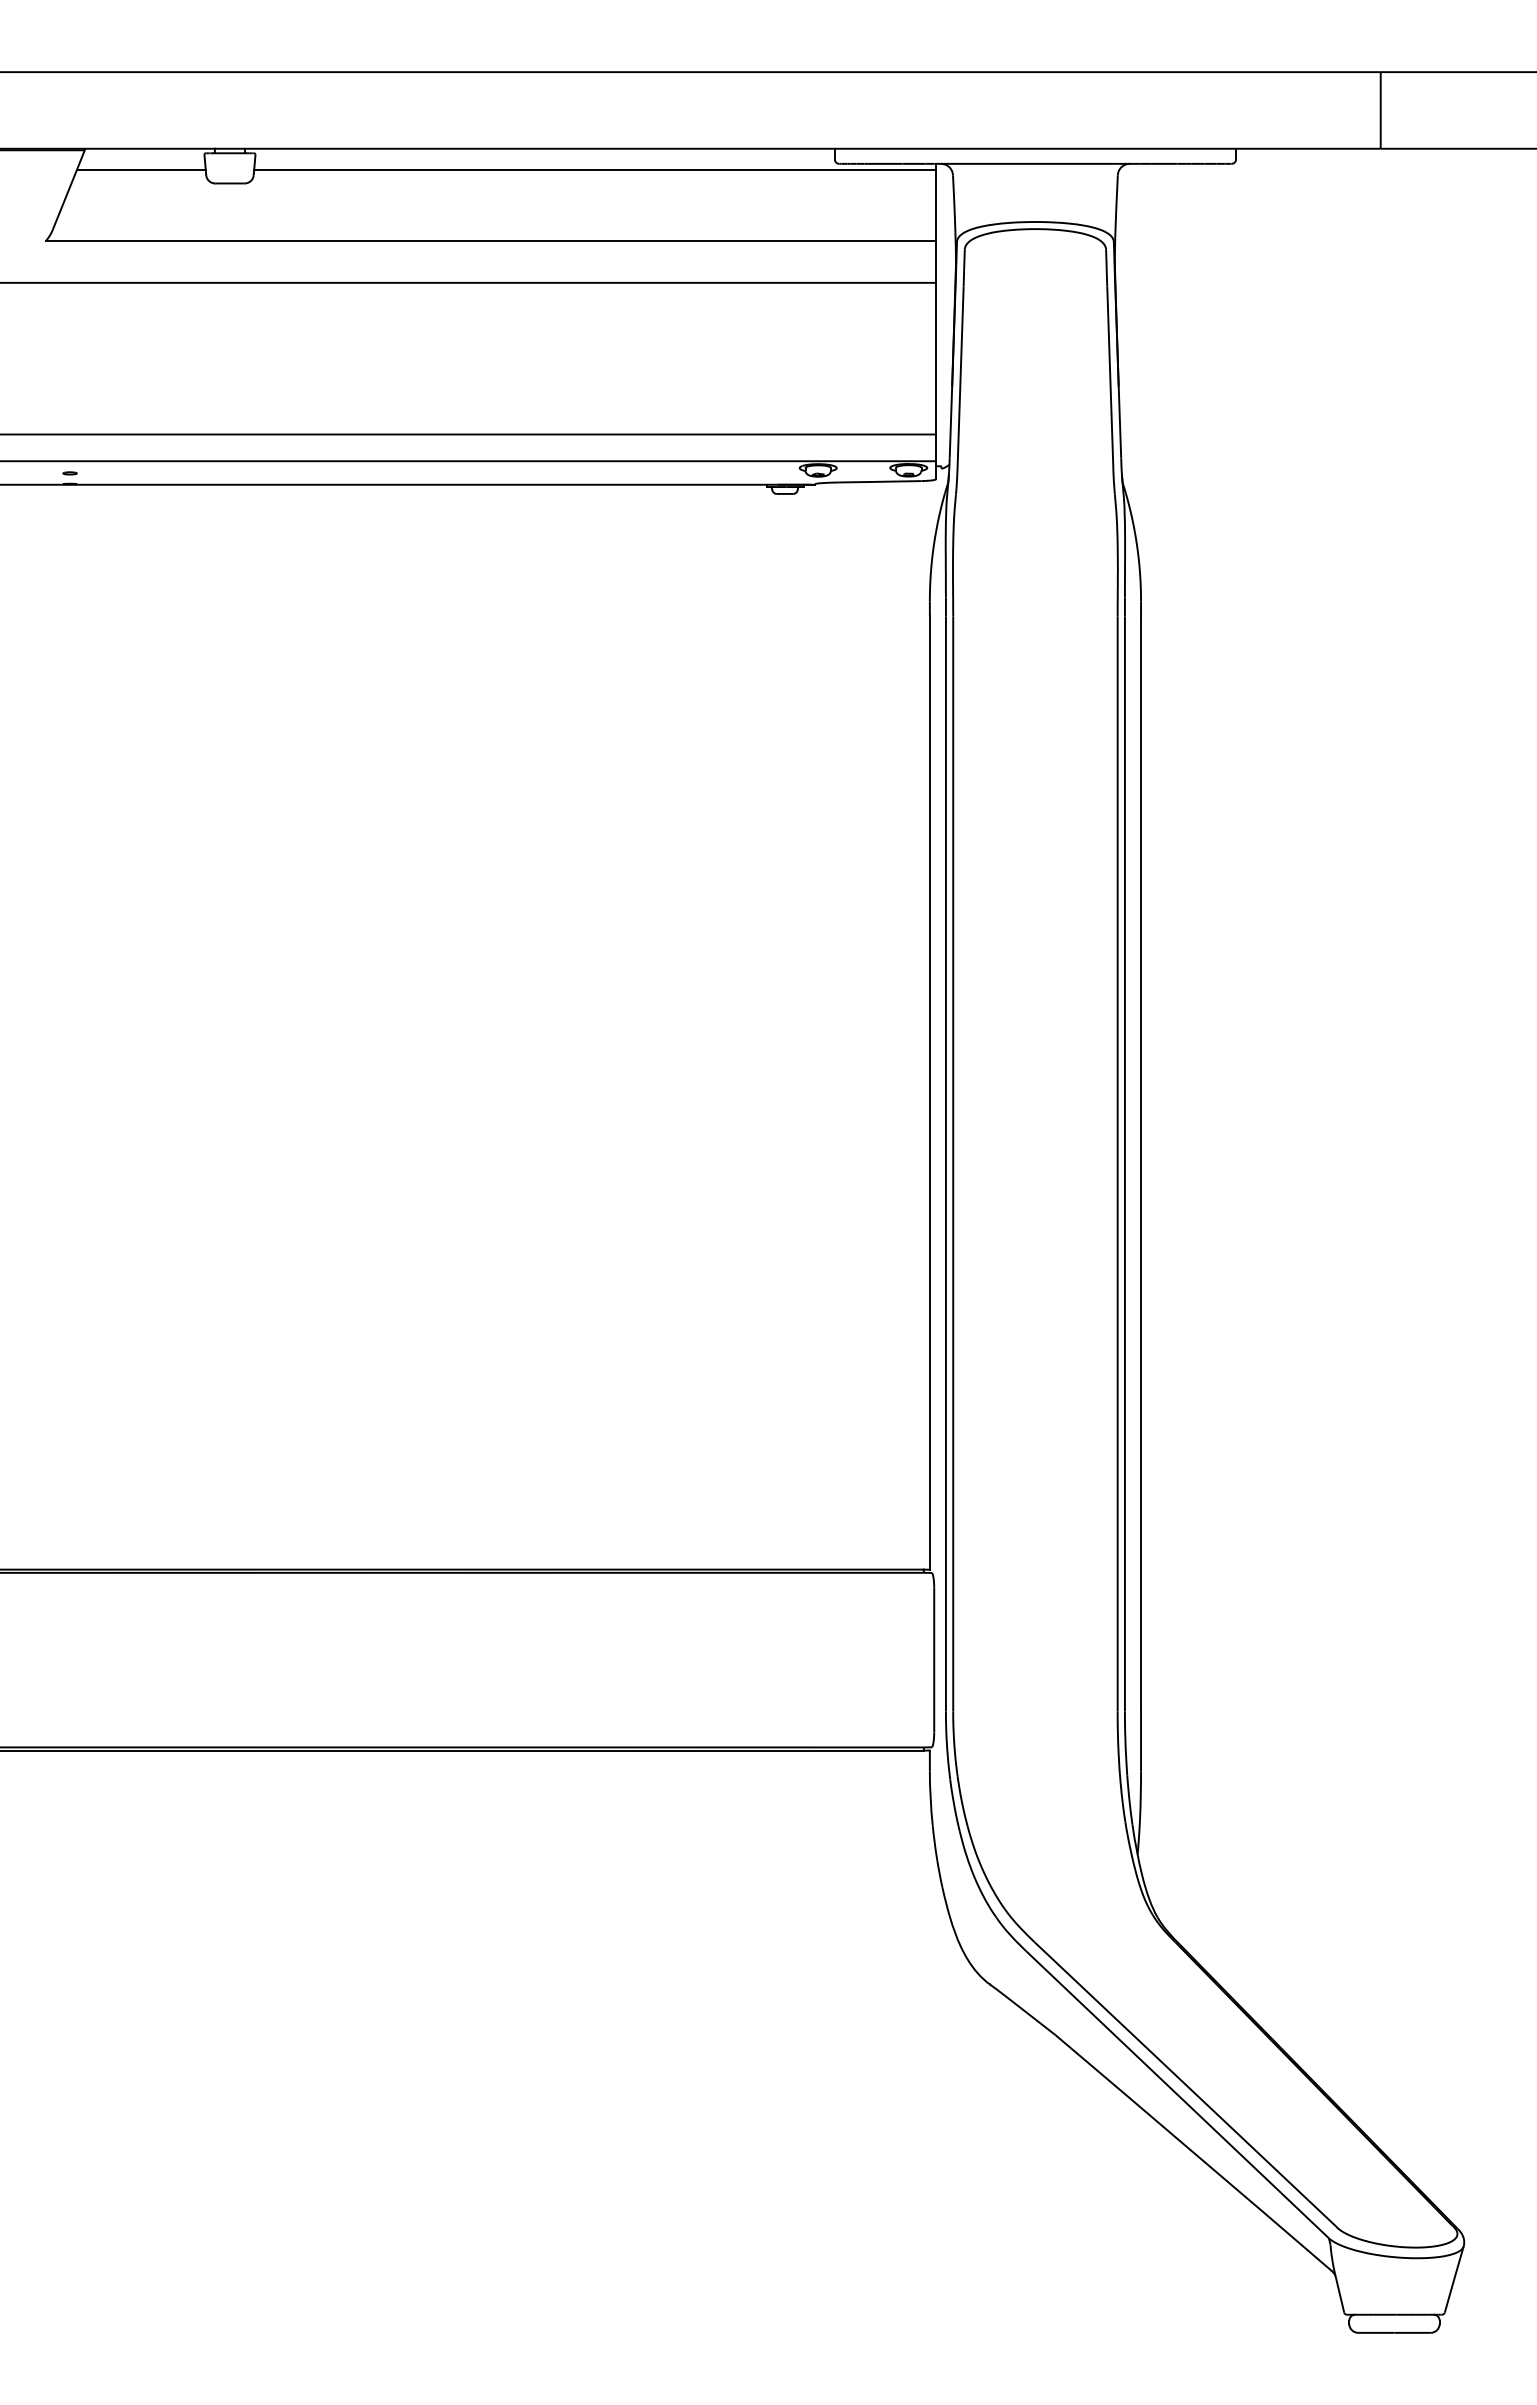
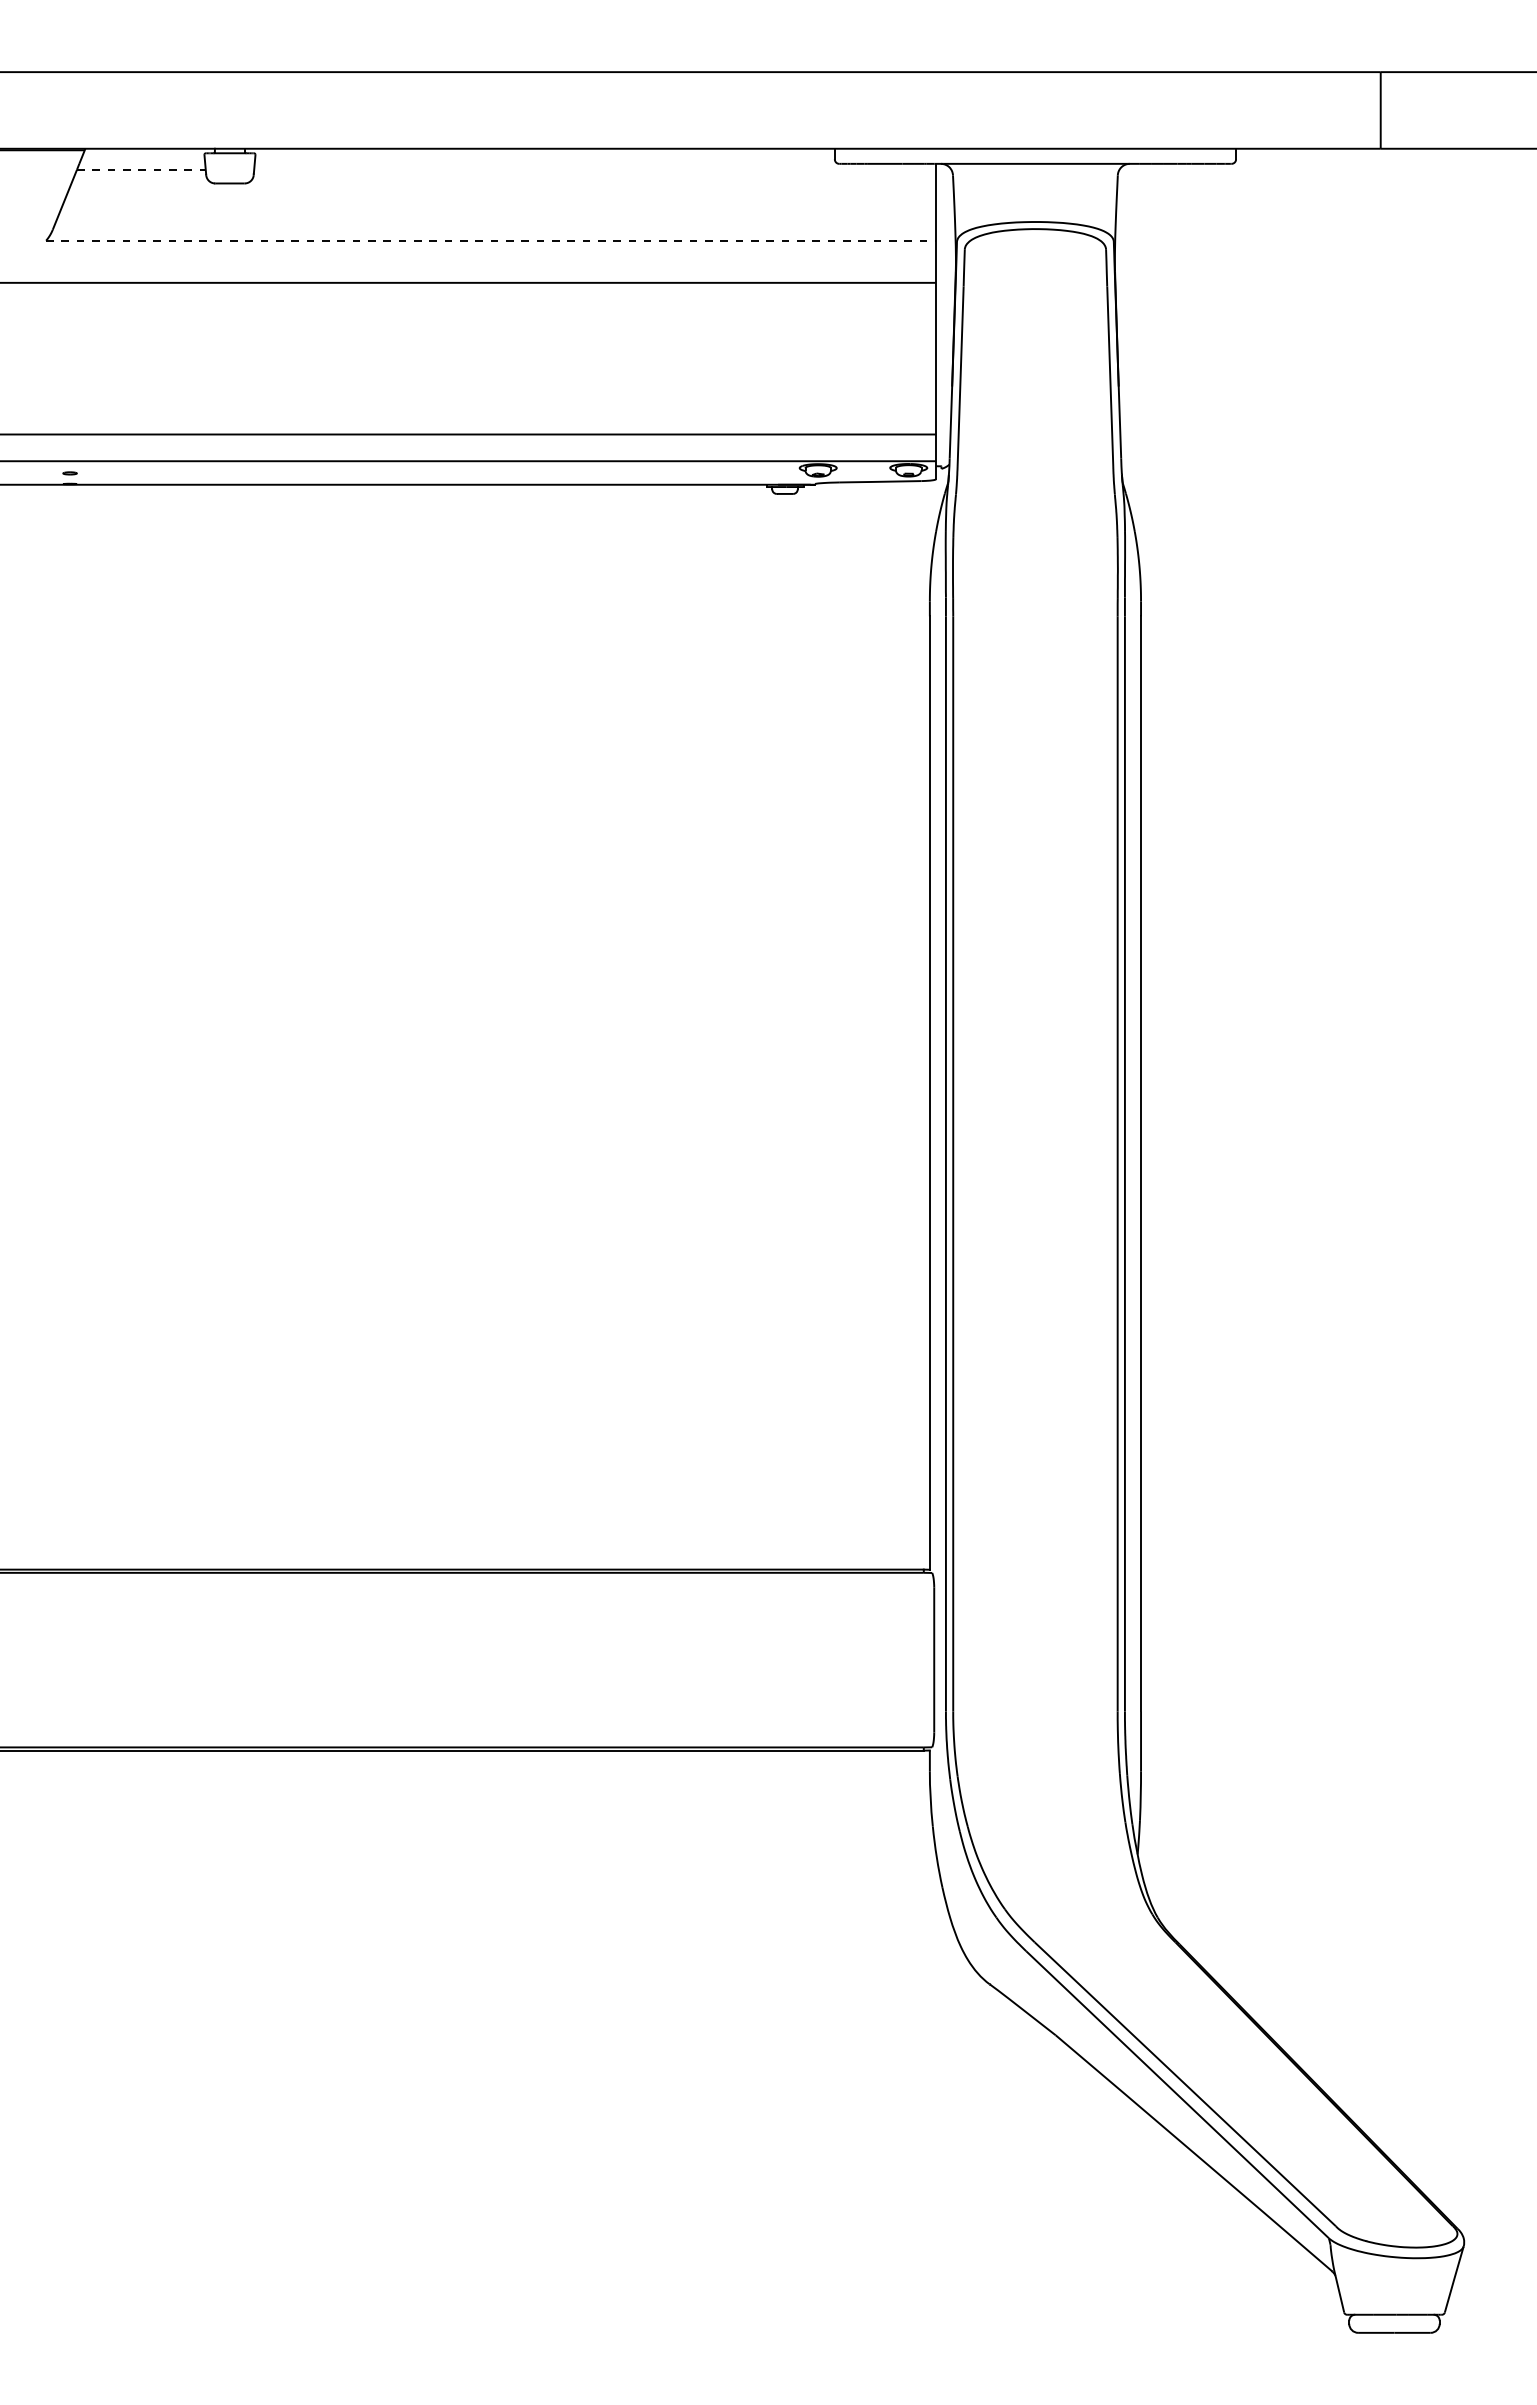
line at (141, 169): solid -> dashed
line at (594, 169): present -> none
line at (491, 240): solid -> dashed
